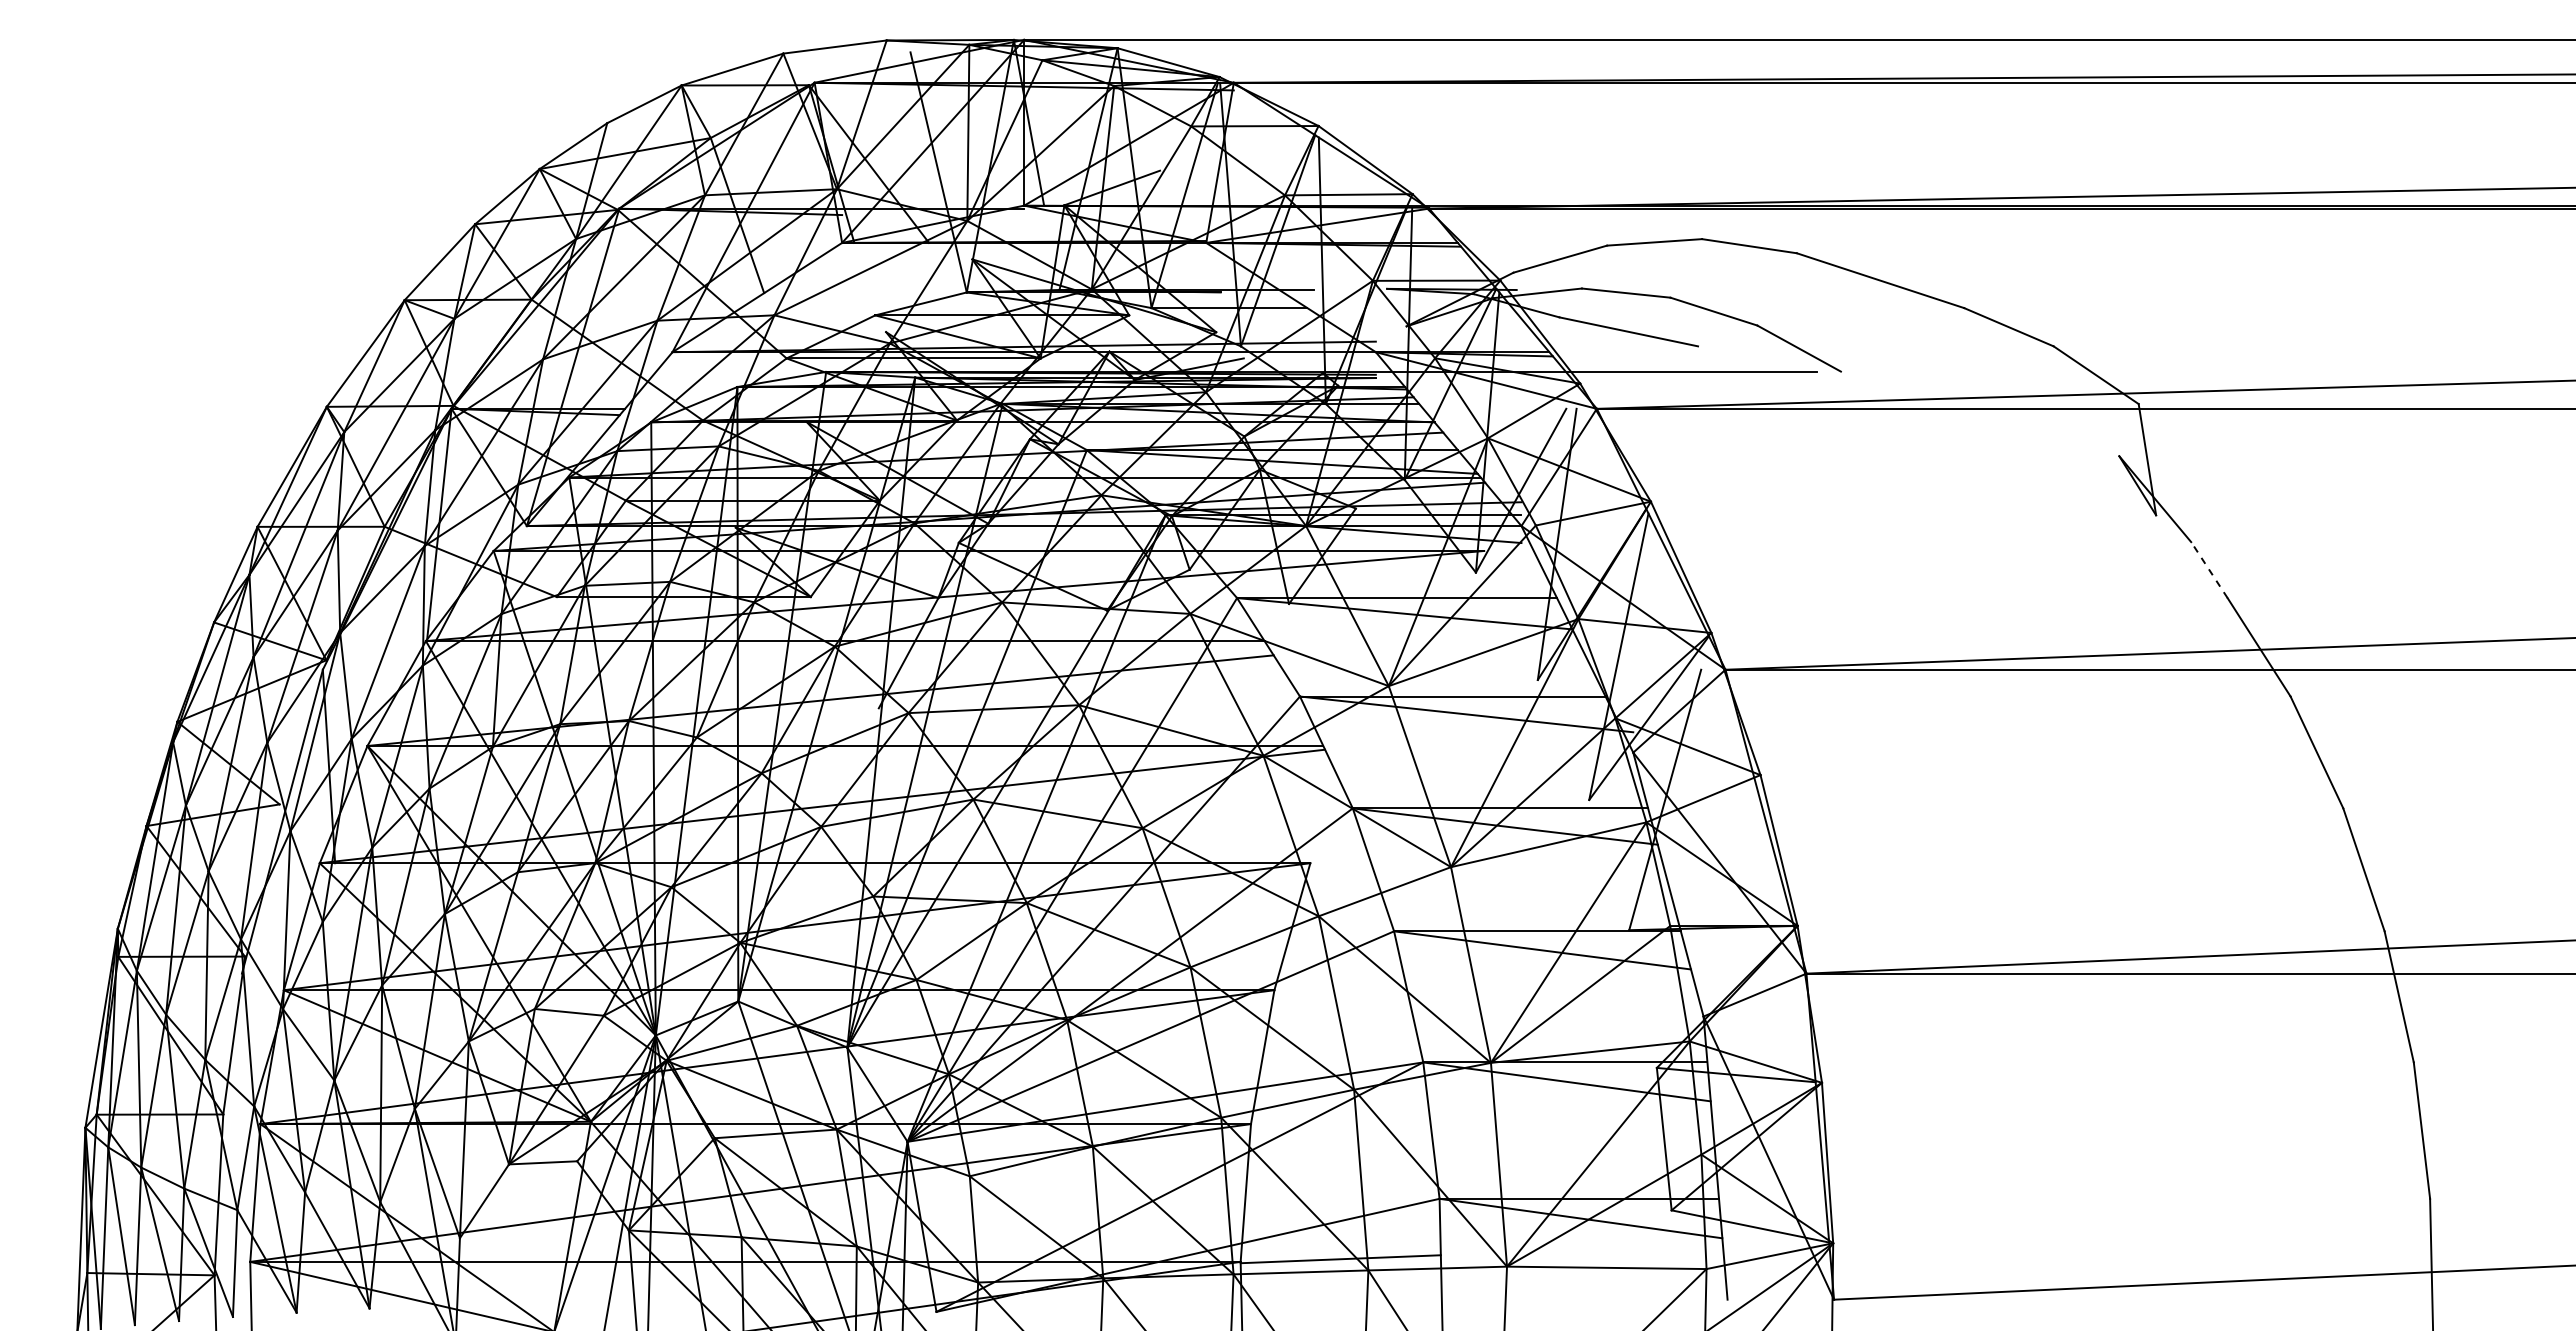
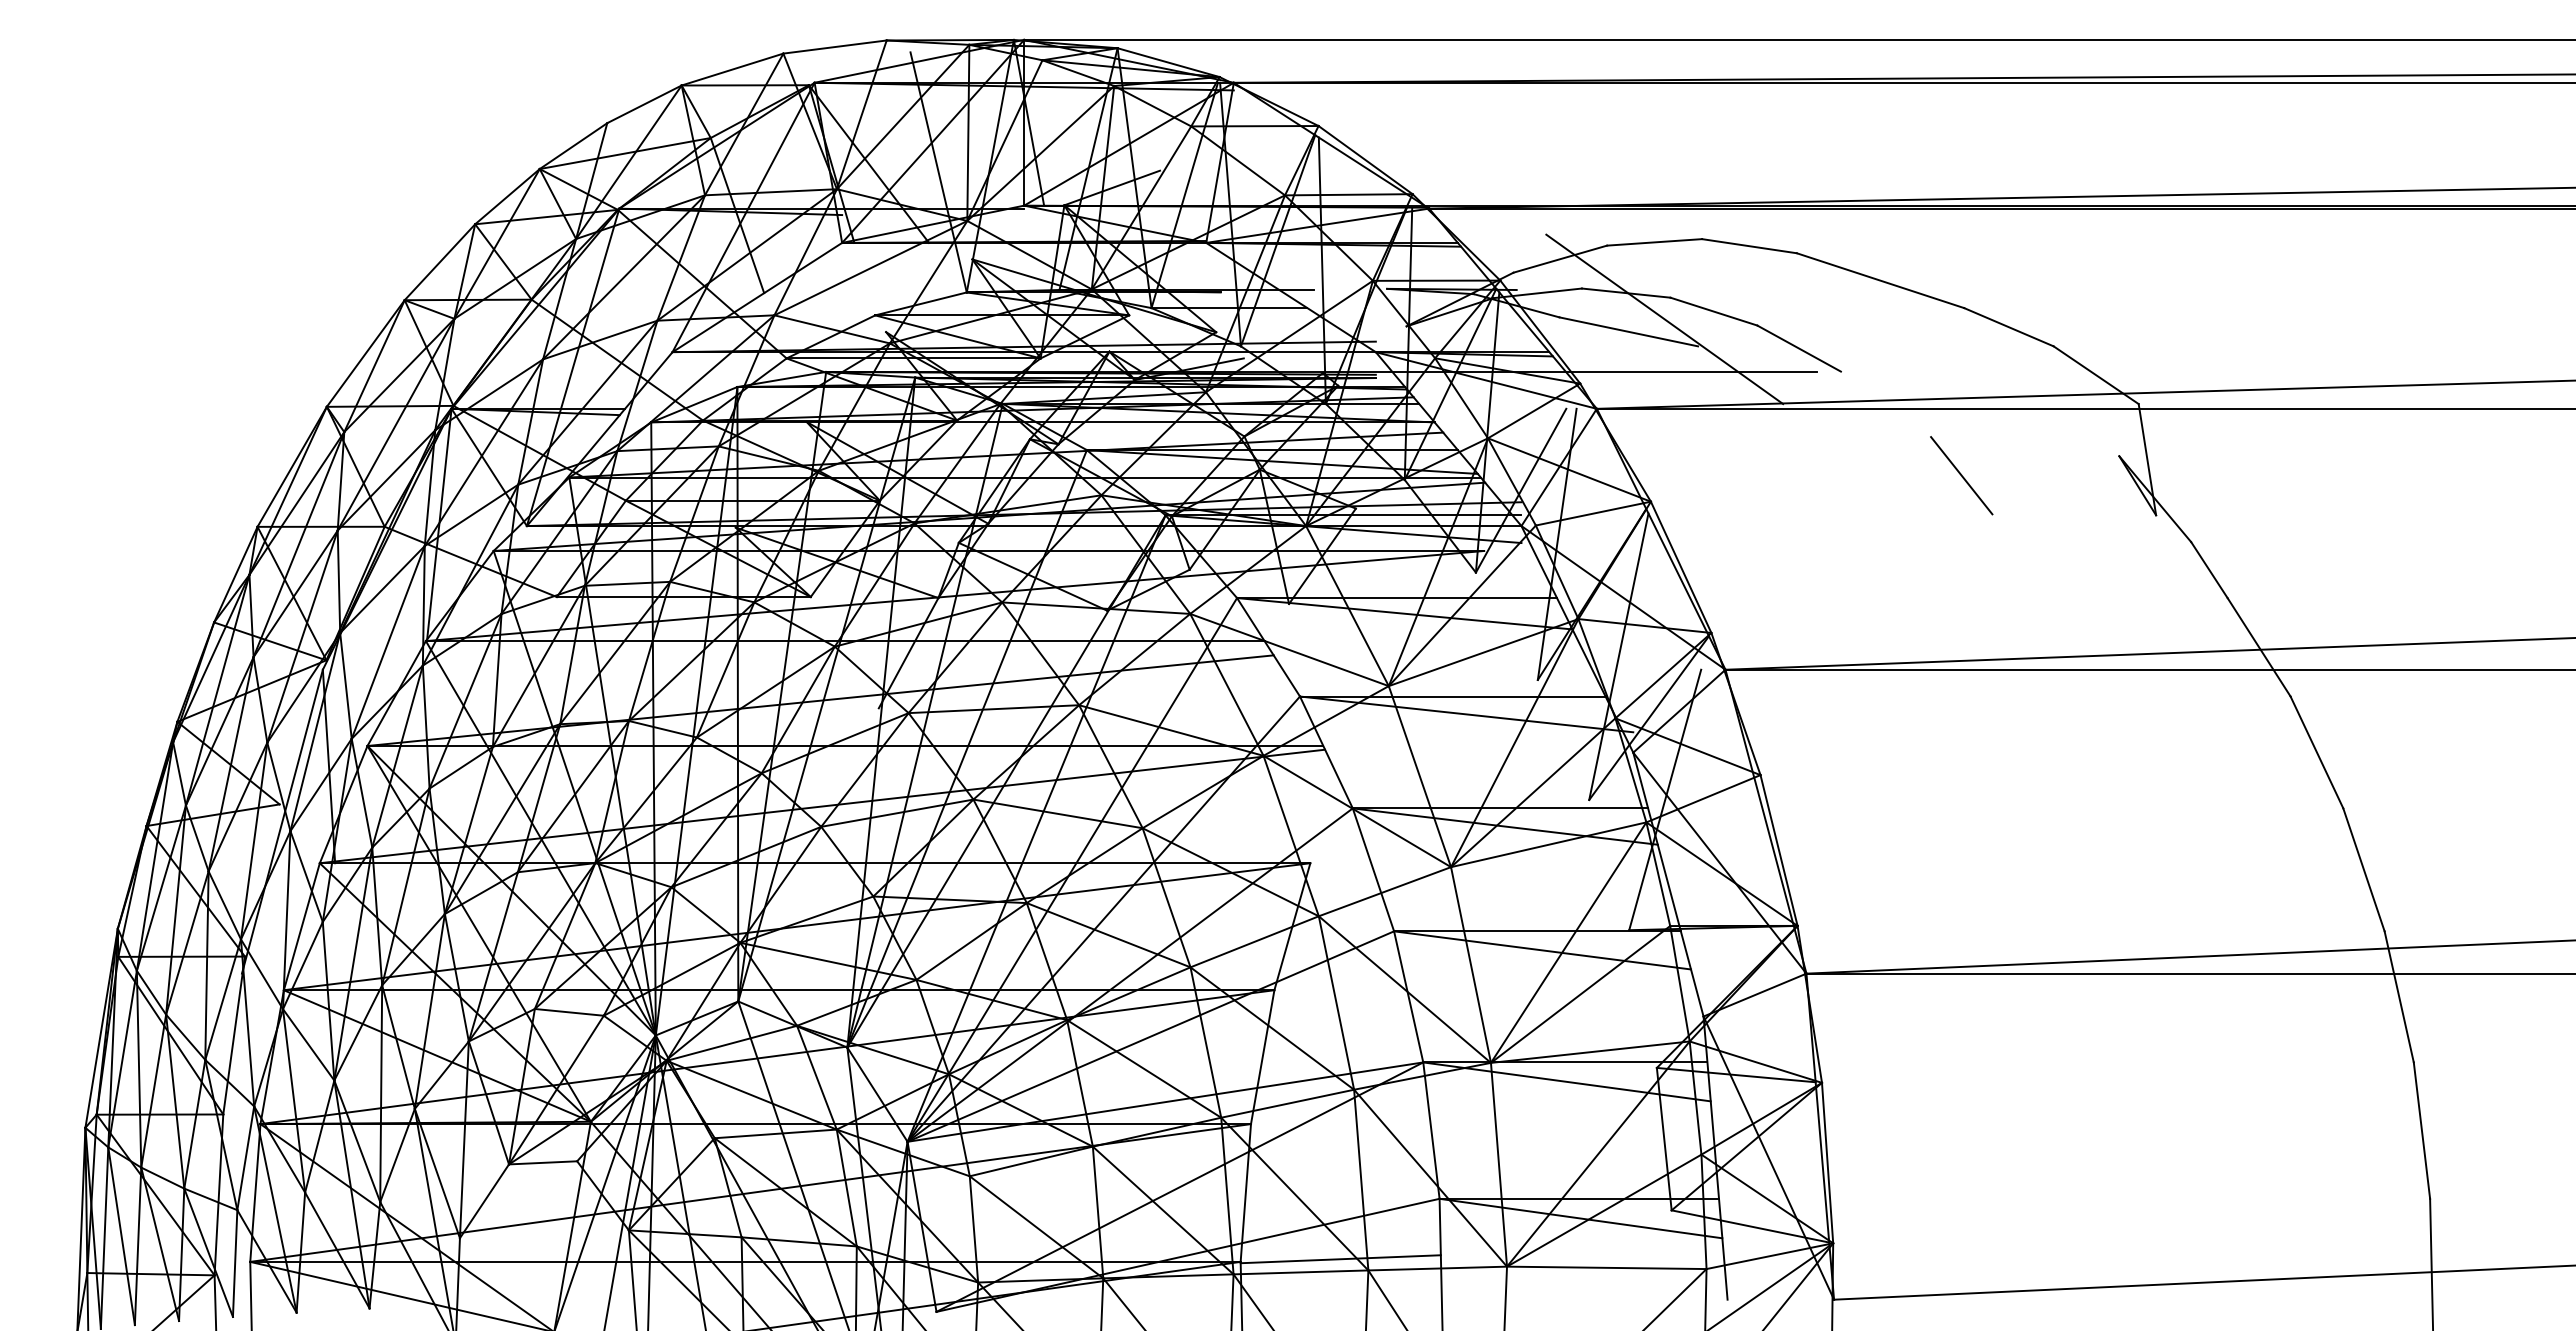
line at (1664, 319): none -> present
line at (1961, 475): none -> present
line at (2209, 569): dashed -> solid
